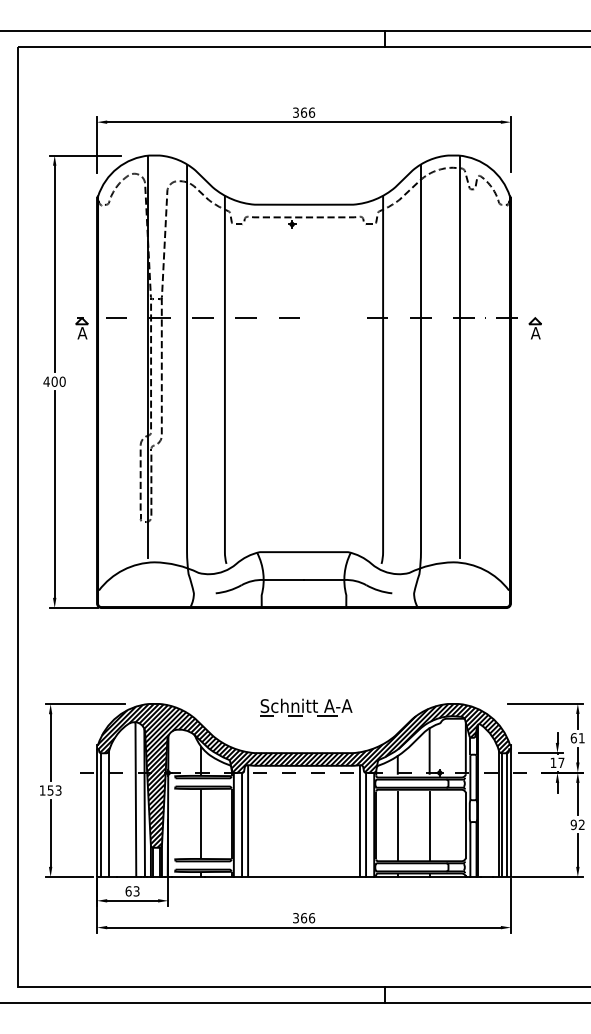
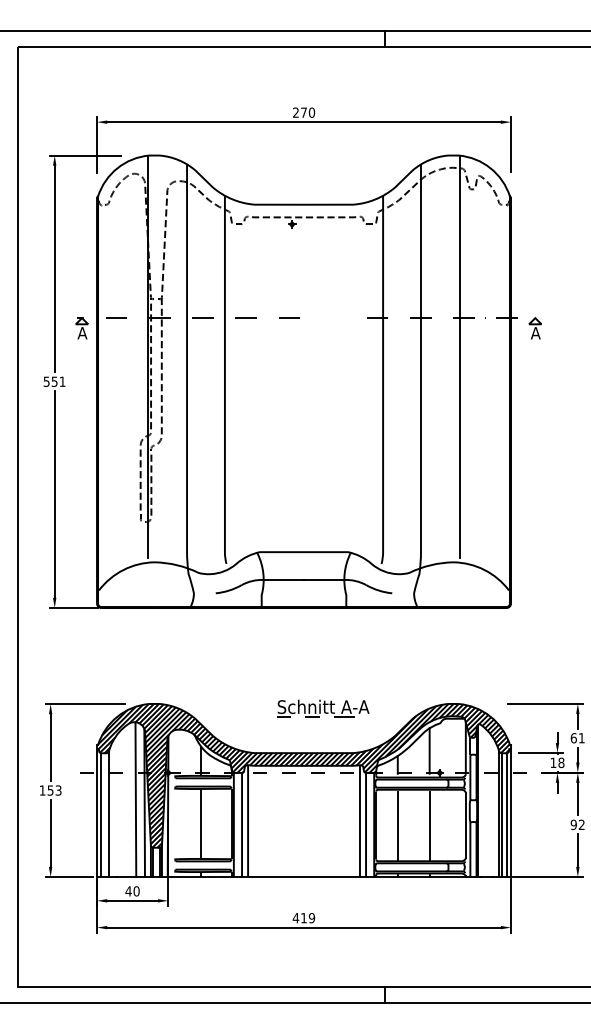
text at (304, 112): 366 -> 270
text at (54, 381): 400 -> 551
part at (306, 707) position: (306, 707) -> (323, 708)
text at (561, 762): 17 -> 18
text at (132, 891): 63 -> 40
text at (303, 918): 366 -> 419
